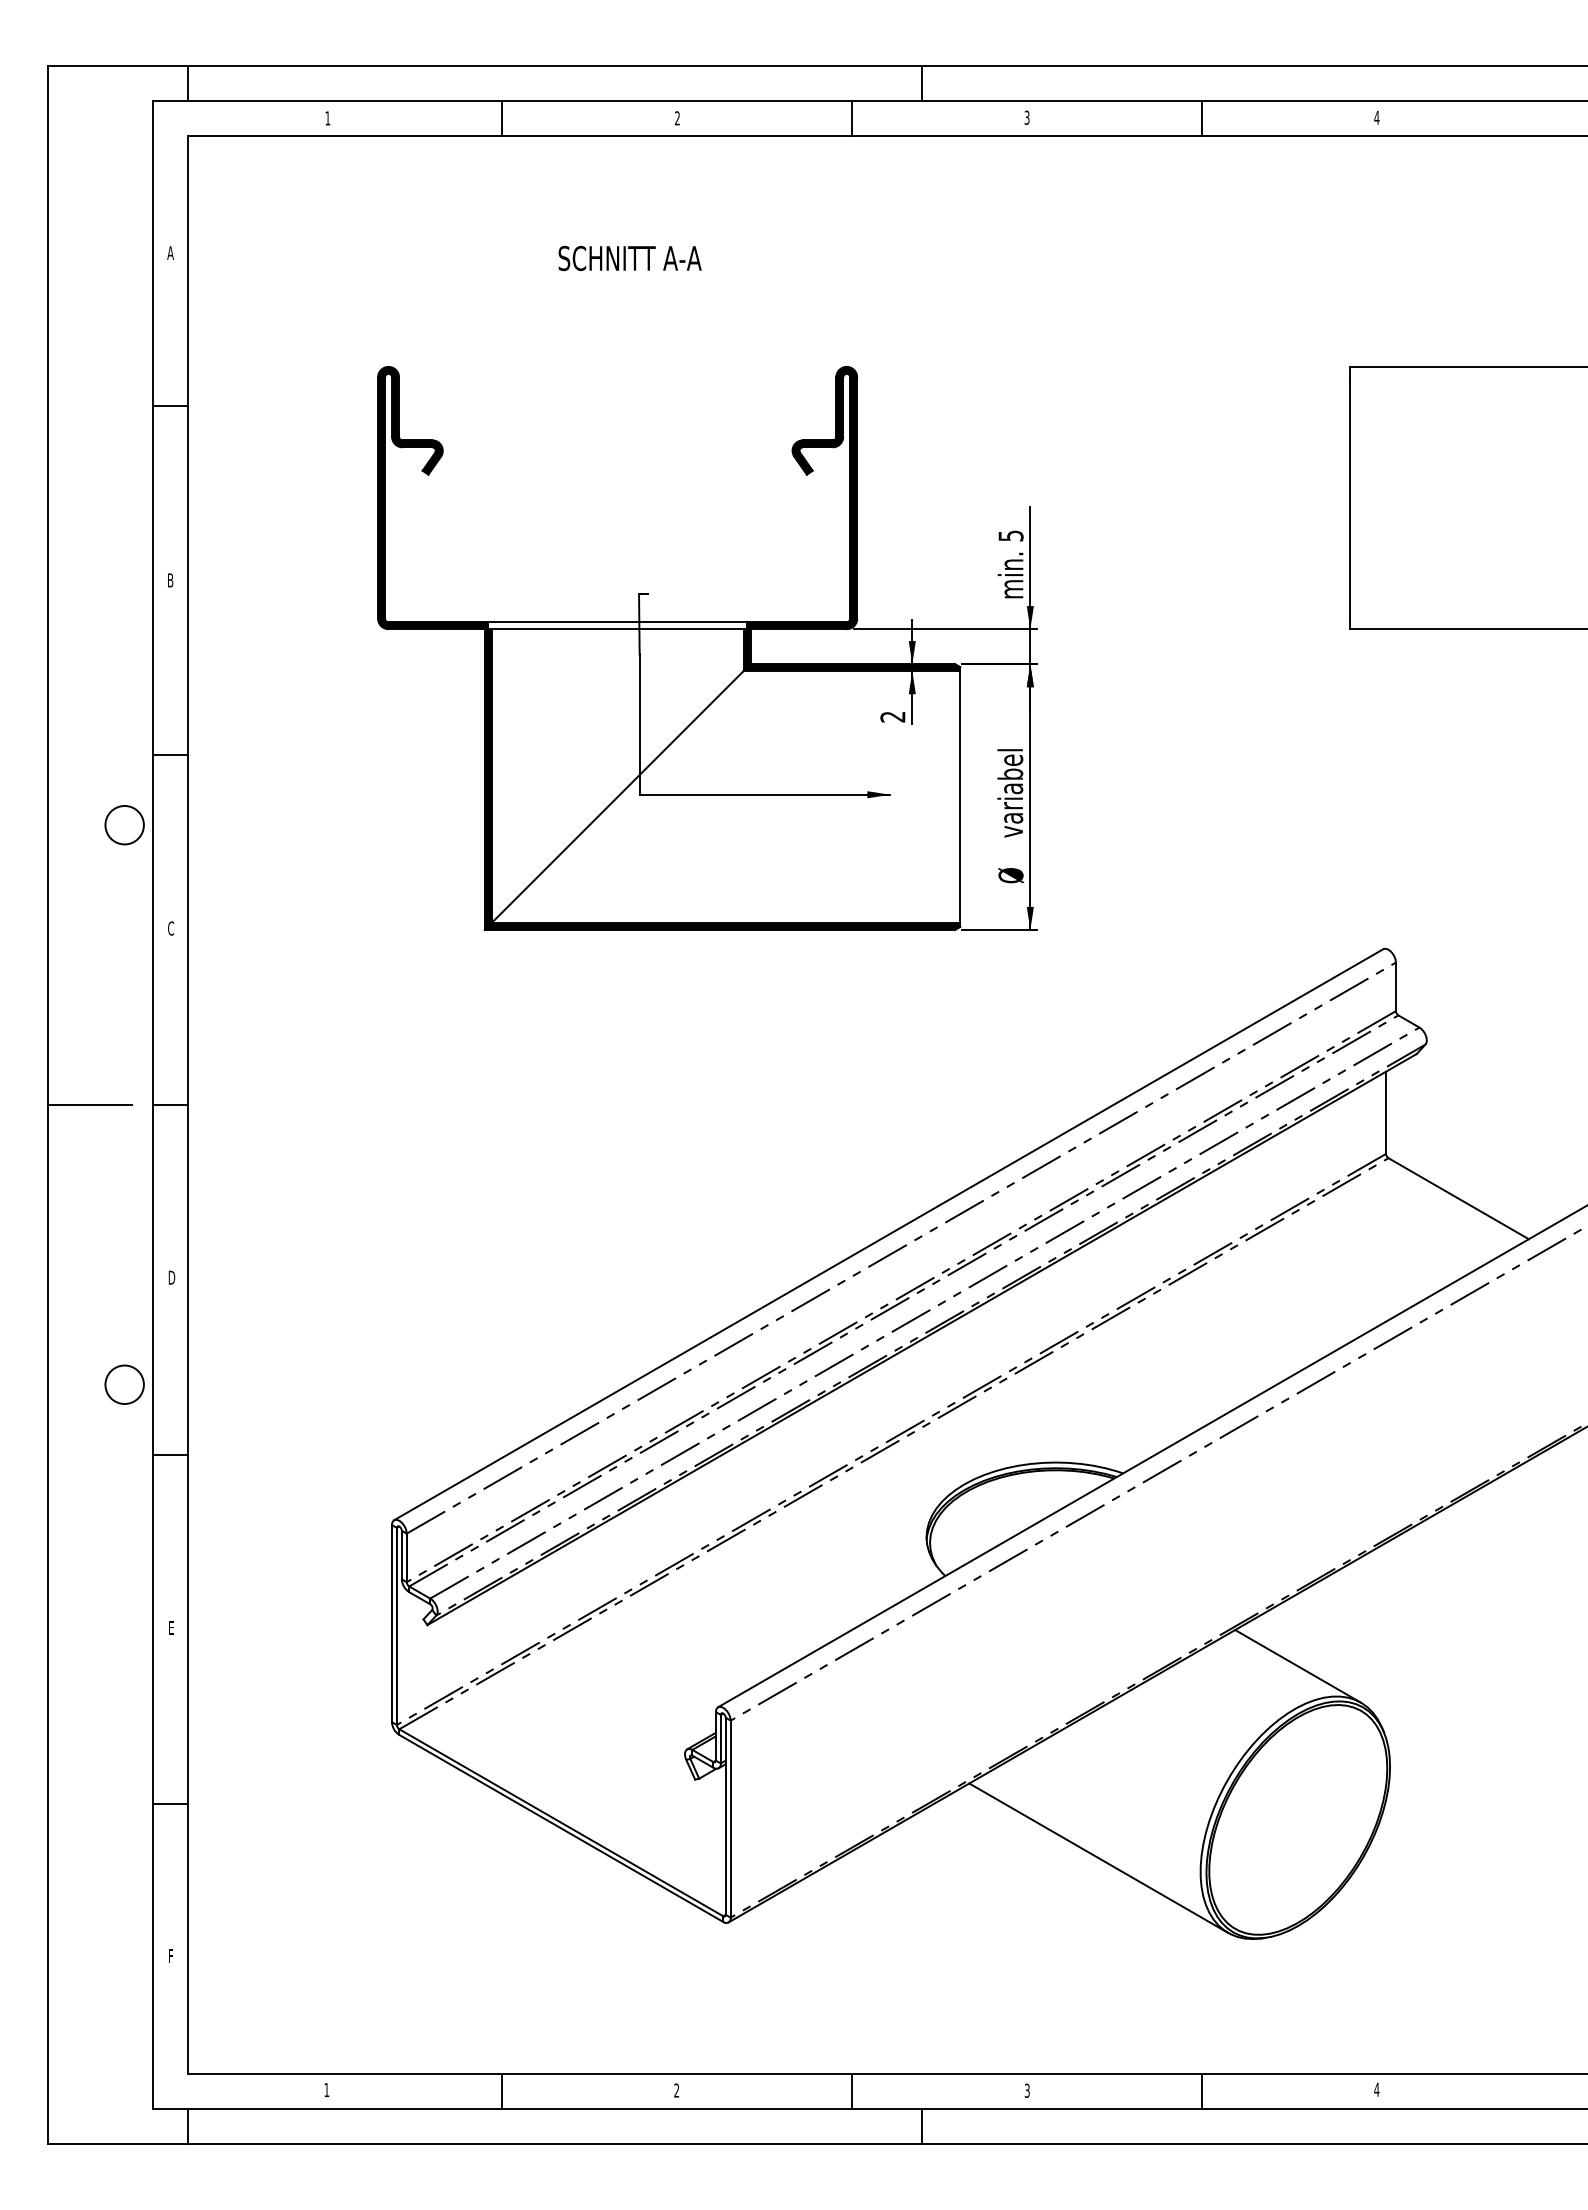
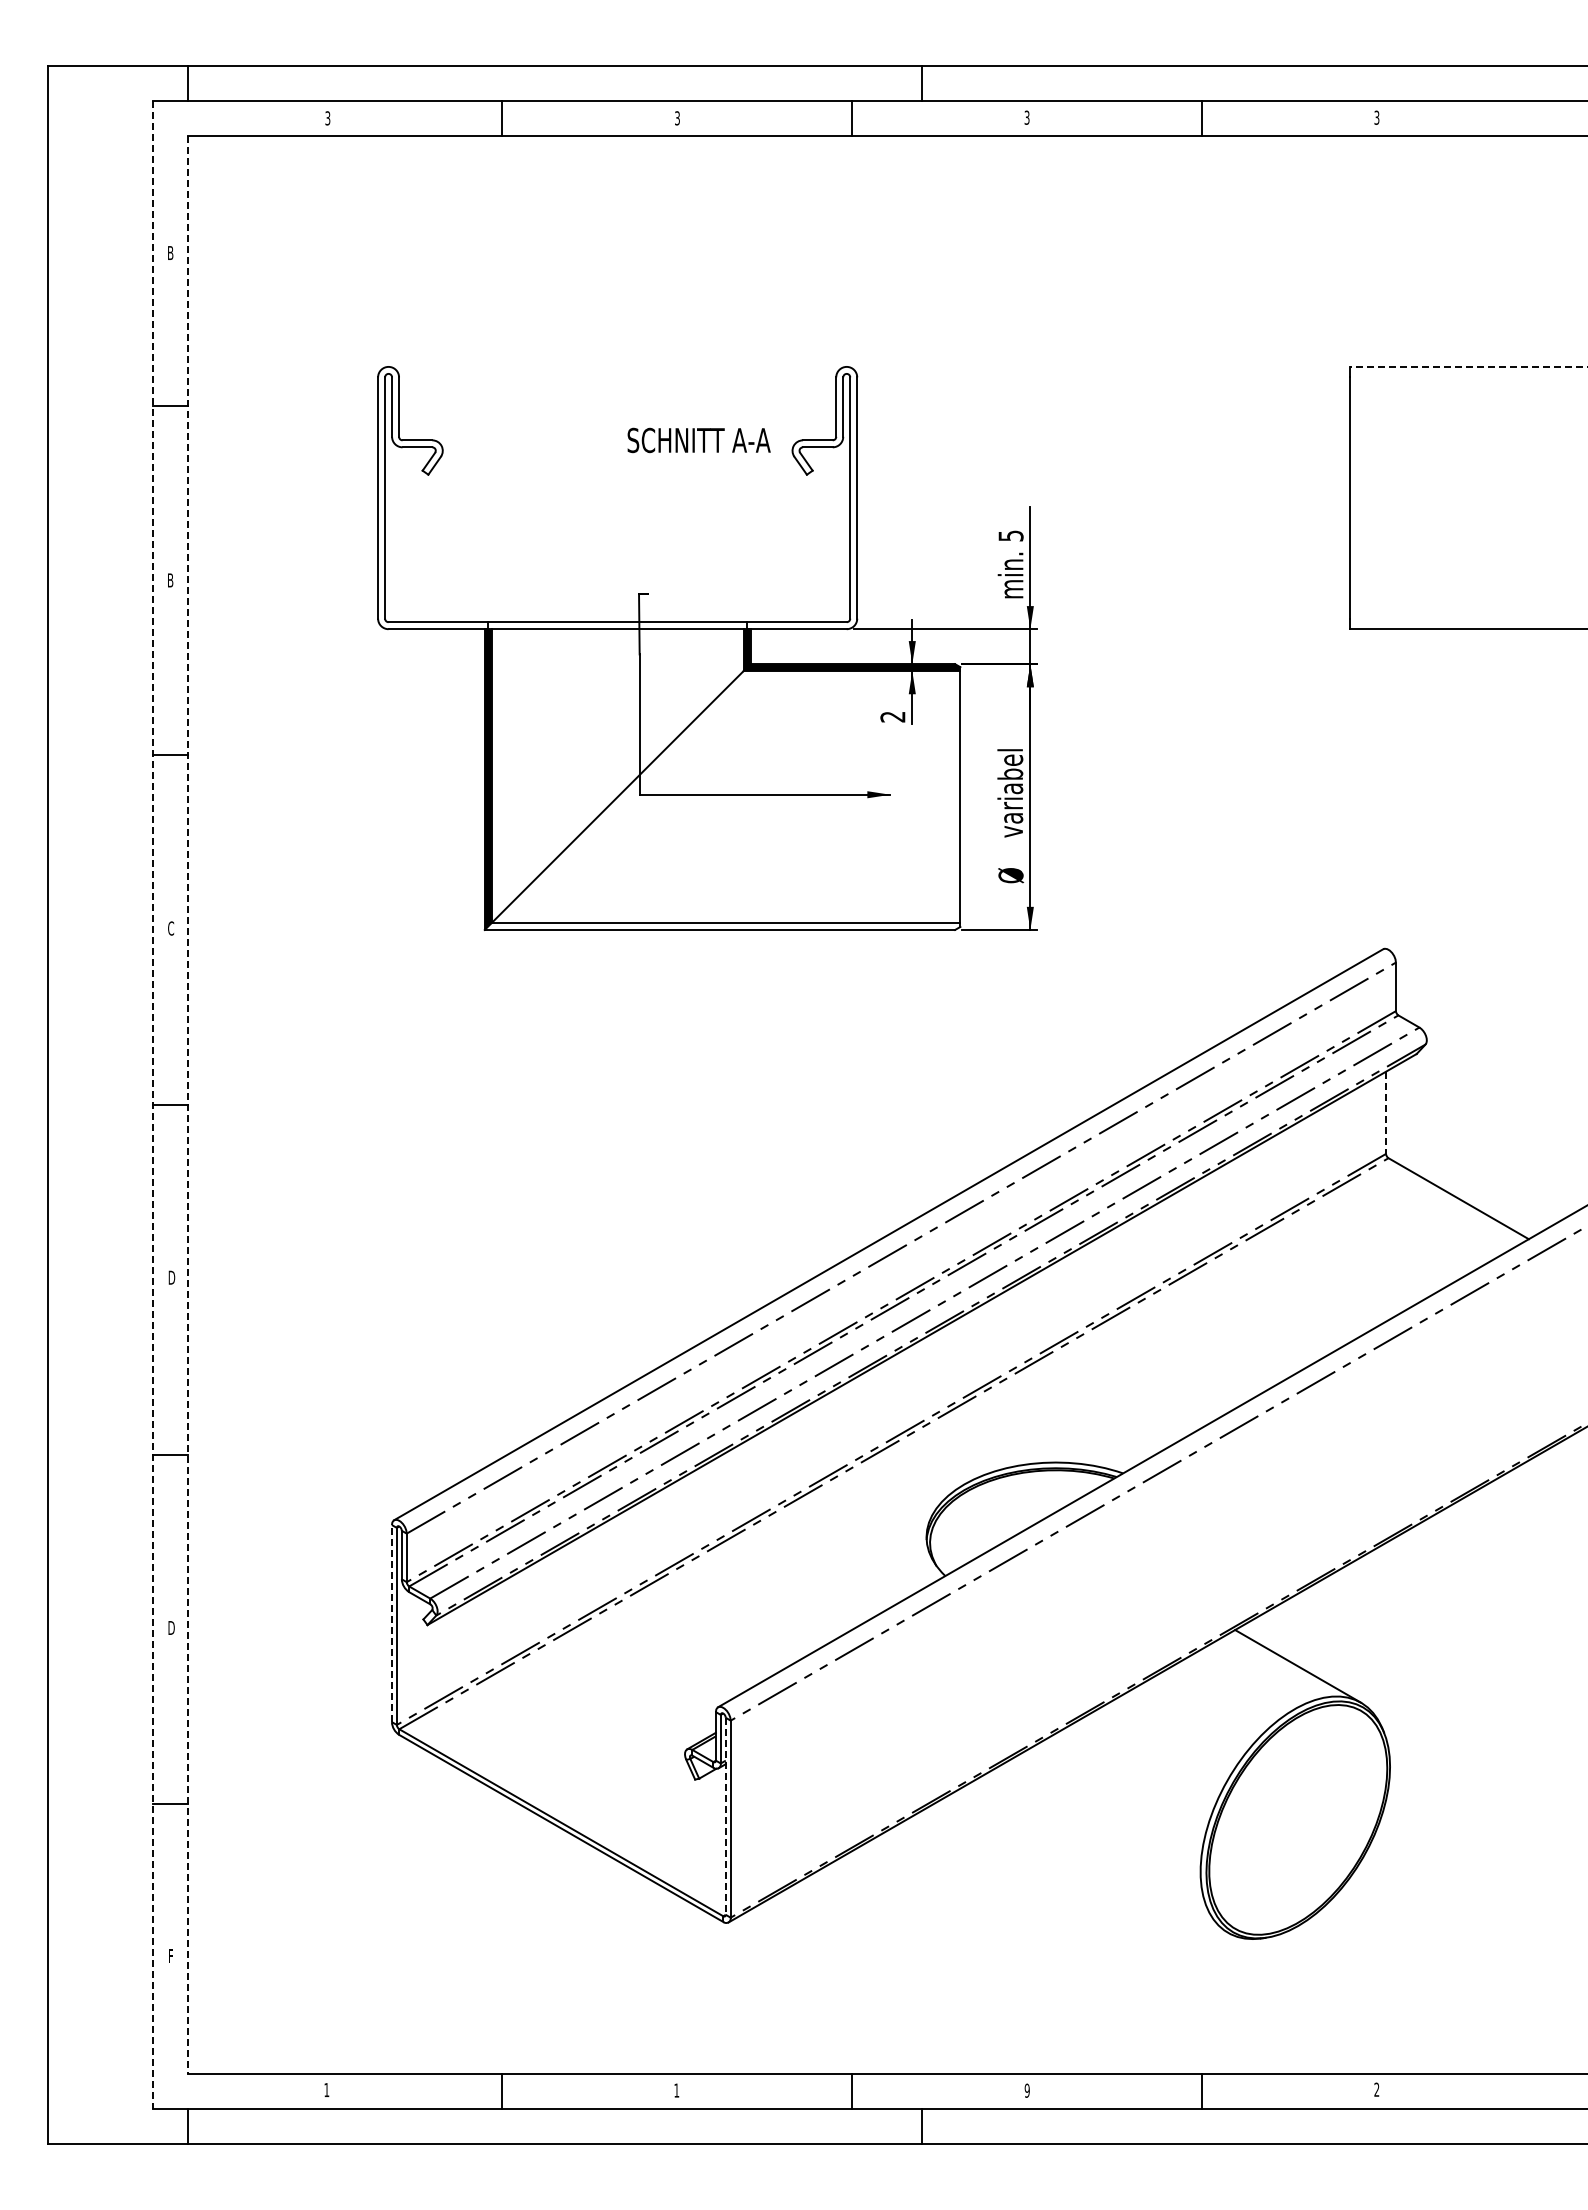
text at (1376, 117): 4 -> 3
text at (327, 118): 1 -> 3
text at (677, 118): 2 -> 3
text at (170, 252): A -> B
text at (629, 258) position: (629, 258) -> (698, 440)
line at (1468, 366): solid -> dashed
fill at (433, 497): present -> none
fill at (802, 497): present -> none
circle at (124, 825): present -> none
fill at (722, 925): present -> none
line at (89, 1105): present -> none
line at (152, 1105): solid -> dashed
line at (187, 1105): solid -> dashed
line at (1386, 1113): solid -> dashed
circle at (124, 1384): present -> none
line at (391, 1623): solid -> dashed
text at (171, 1627): E -> D
line at (725, 1816): solid -> dashed
line at (1098, 1857): present -> none
text at (1376, 2089): 4 -> 2
text at (676, 2090): 2 -> 1
text at (1026, 2090): 3 -> 9
